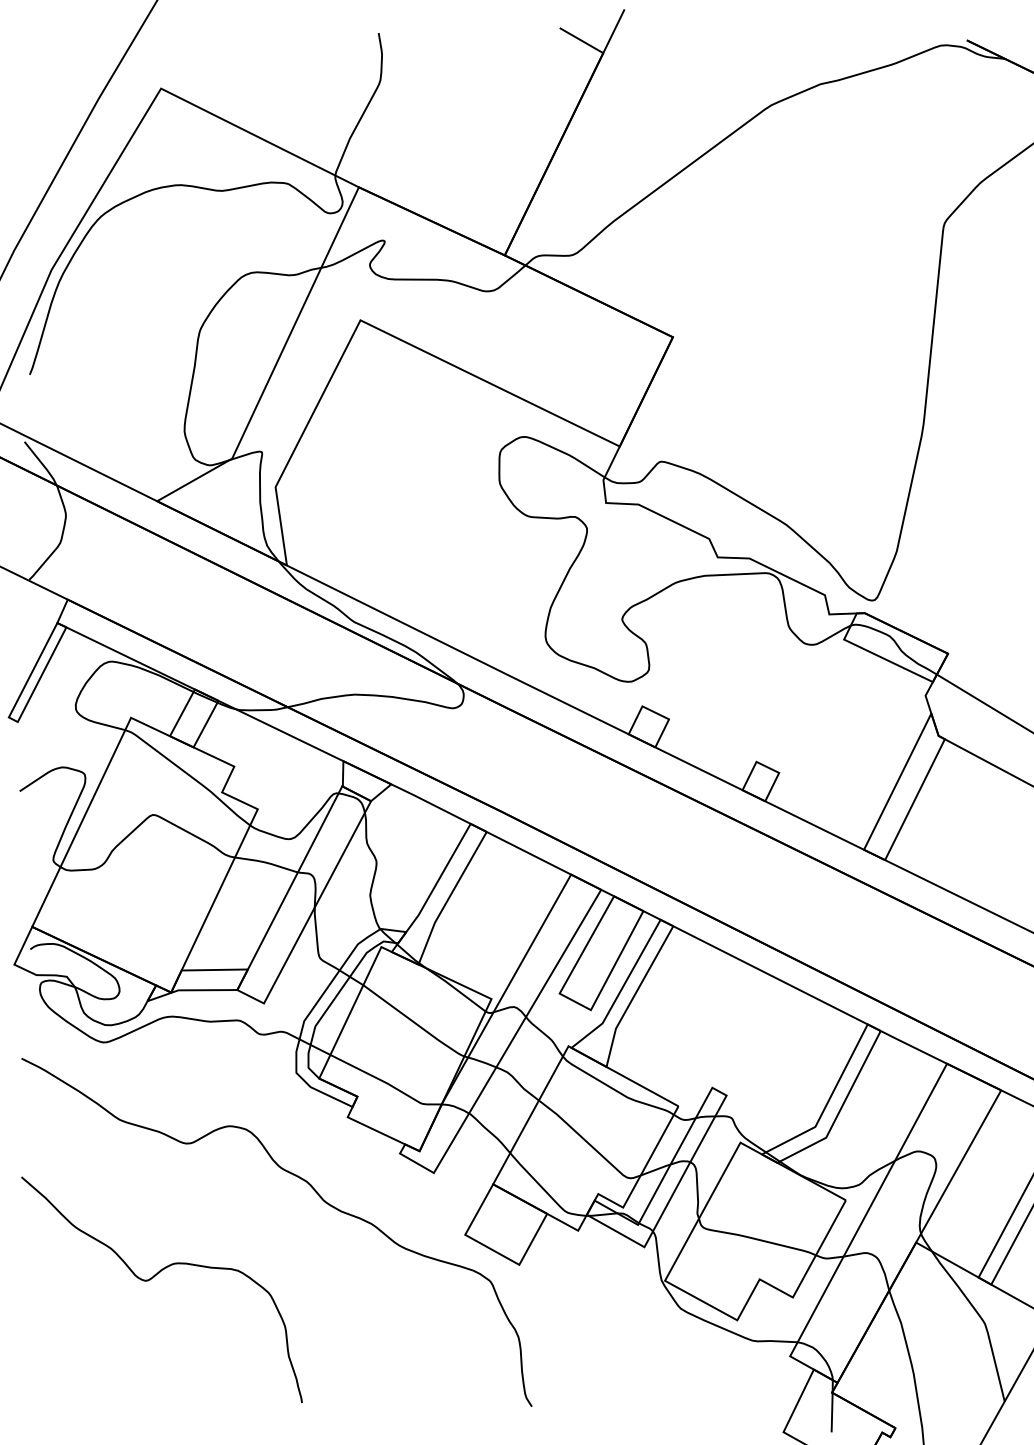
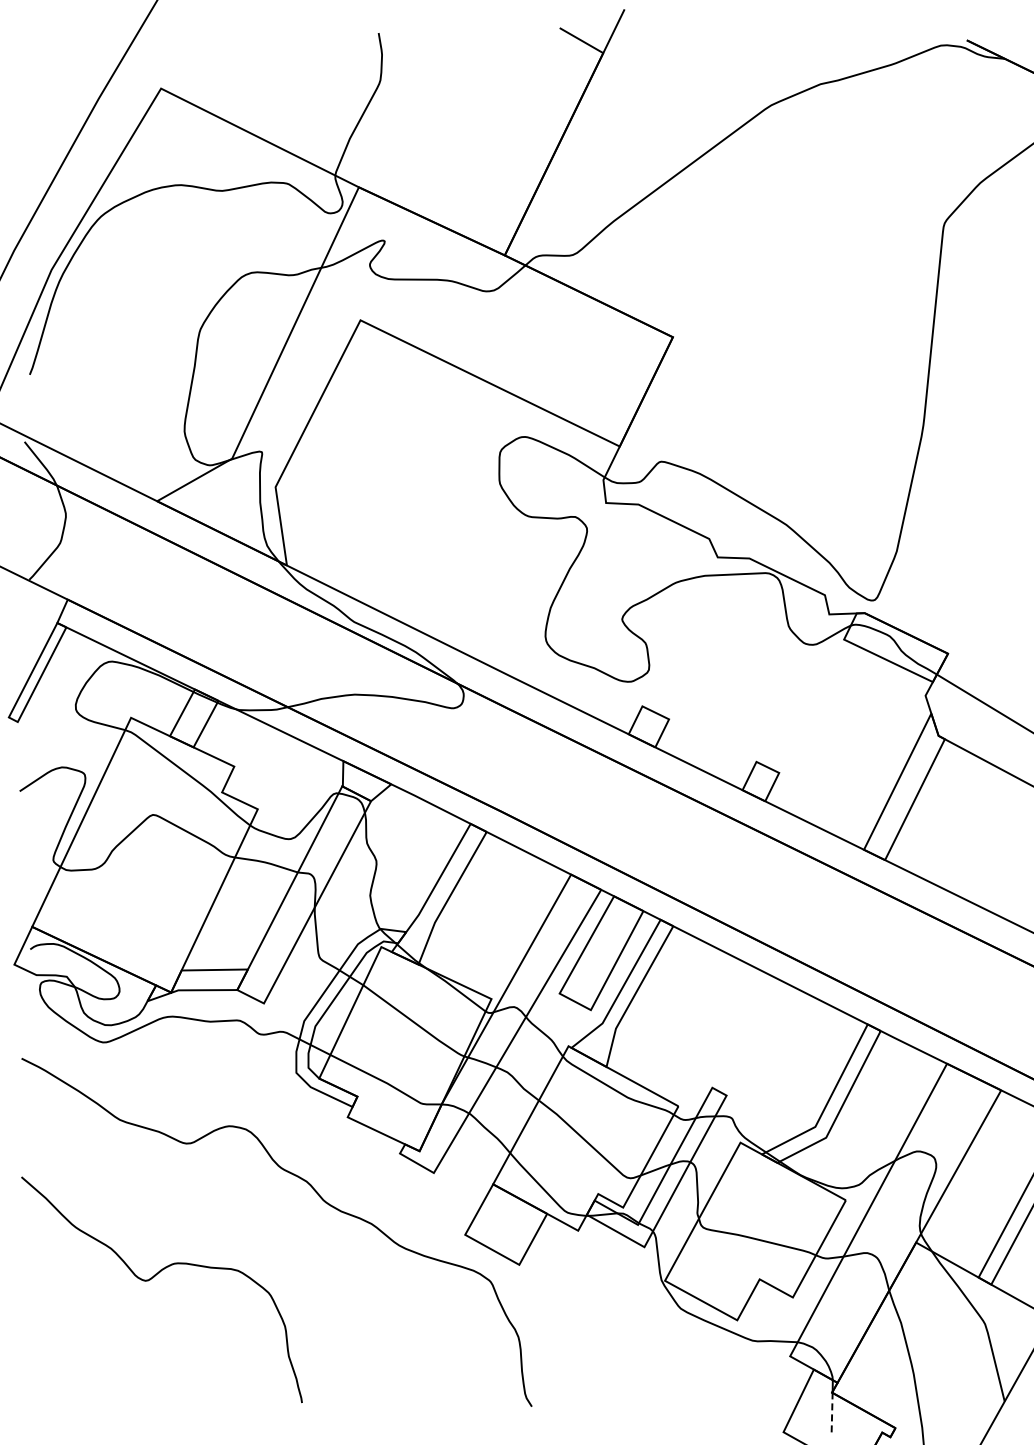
line at (832, 1412): solid -> dashed
